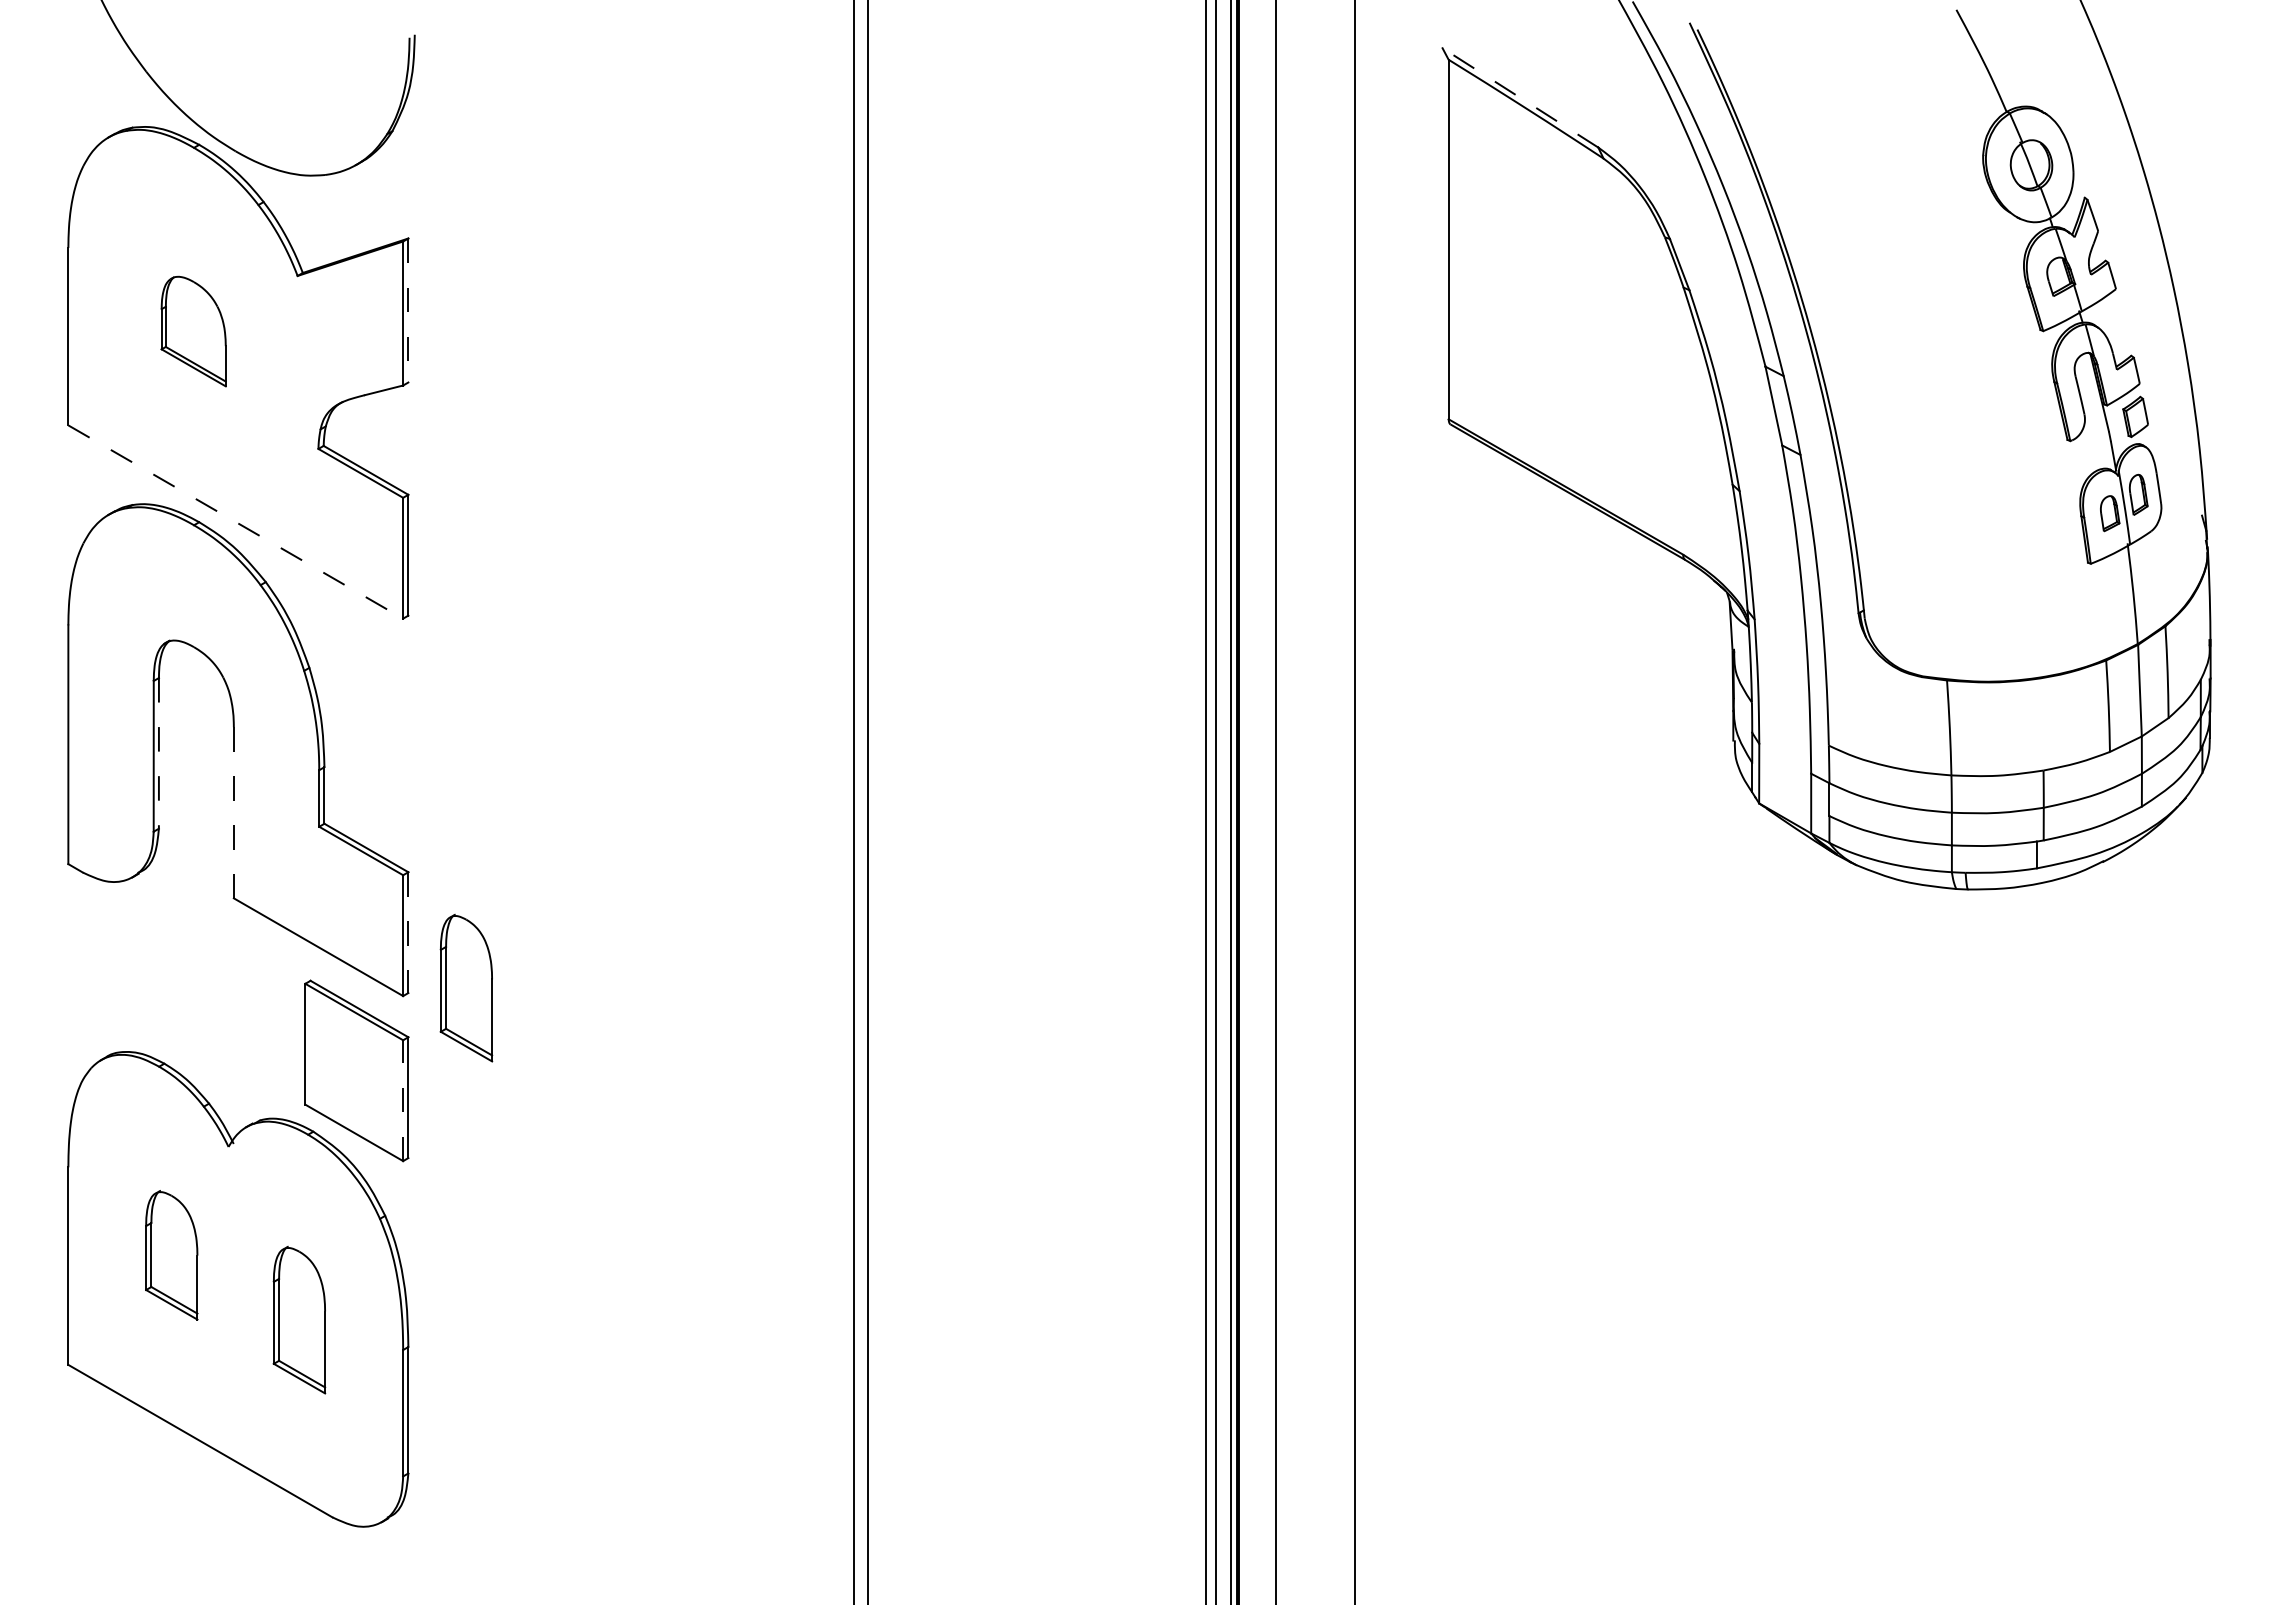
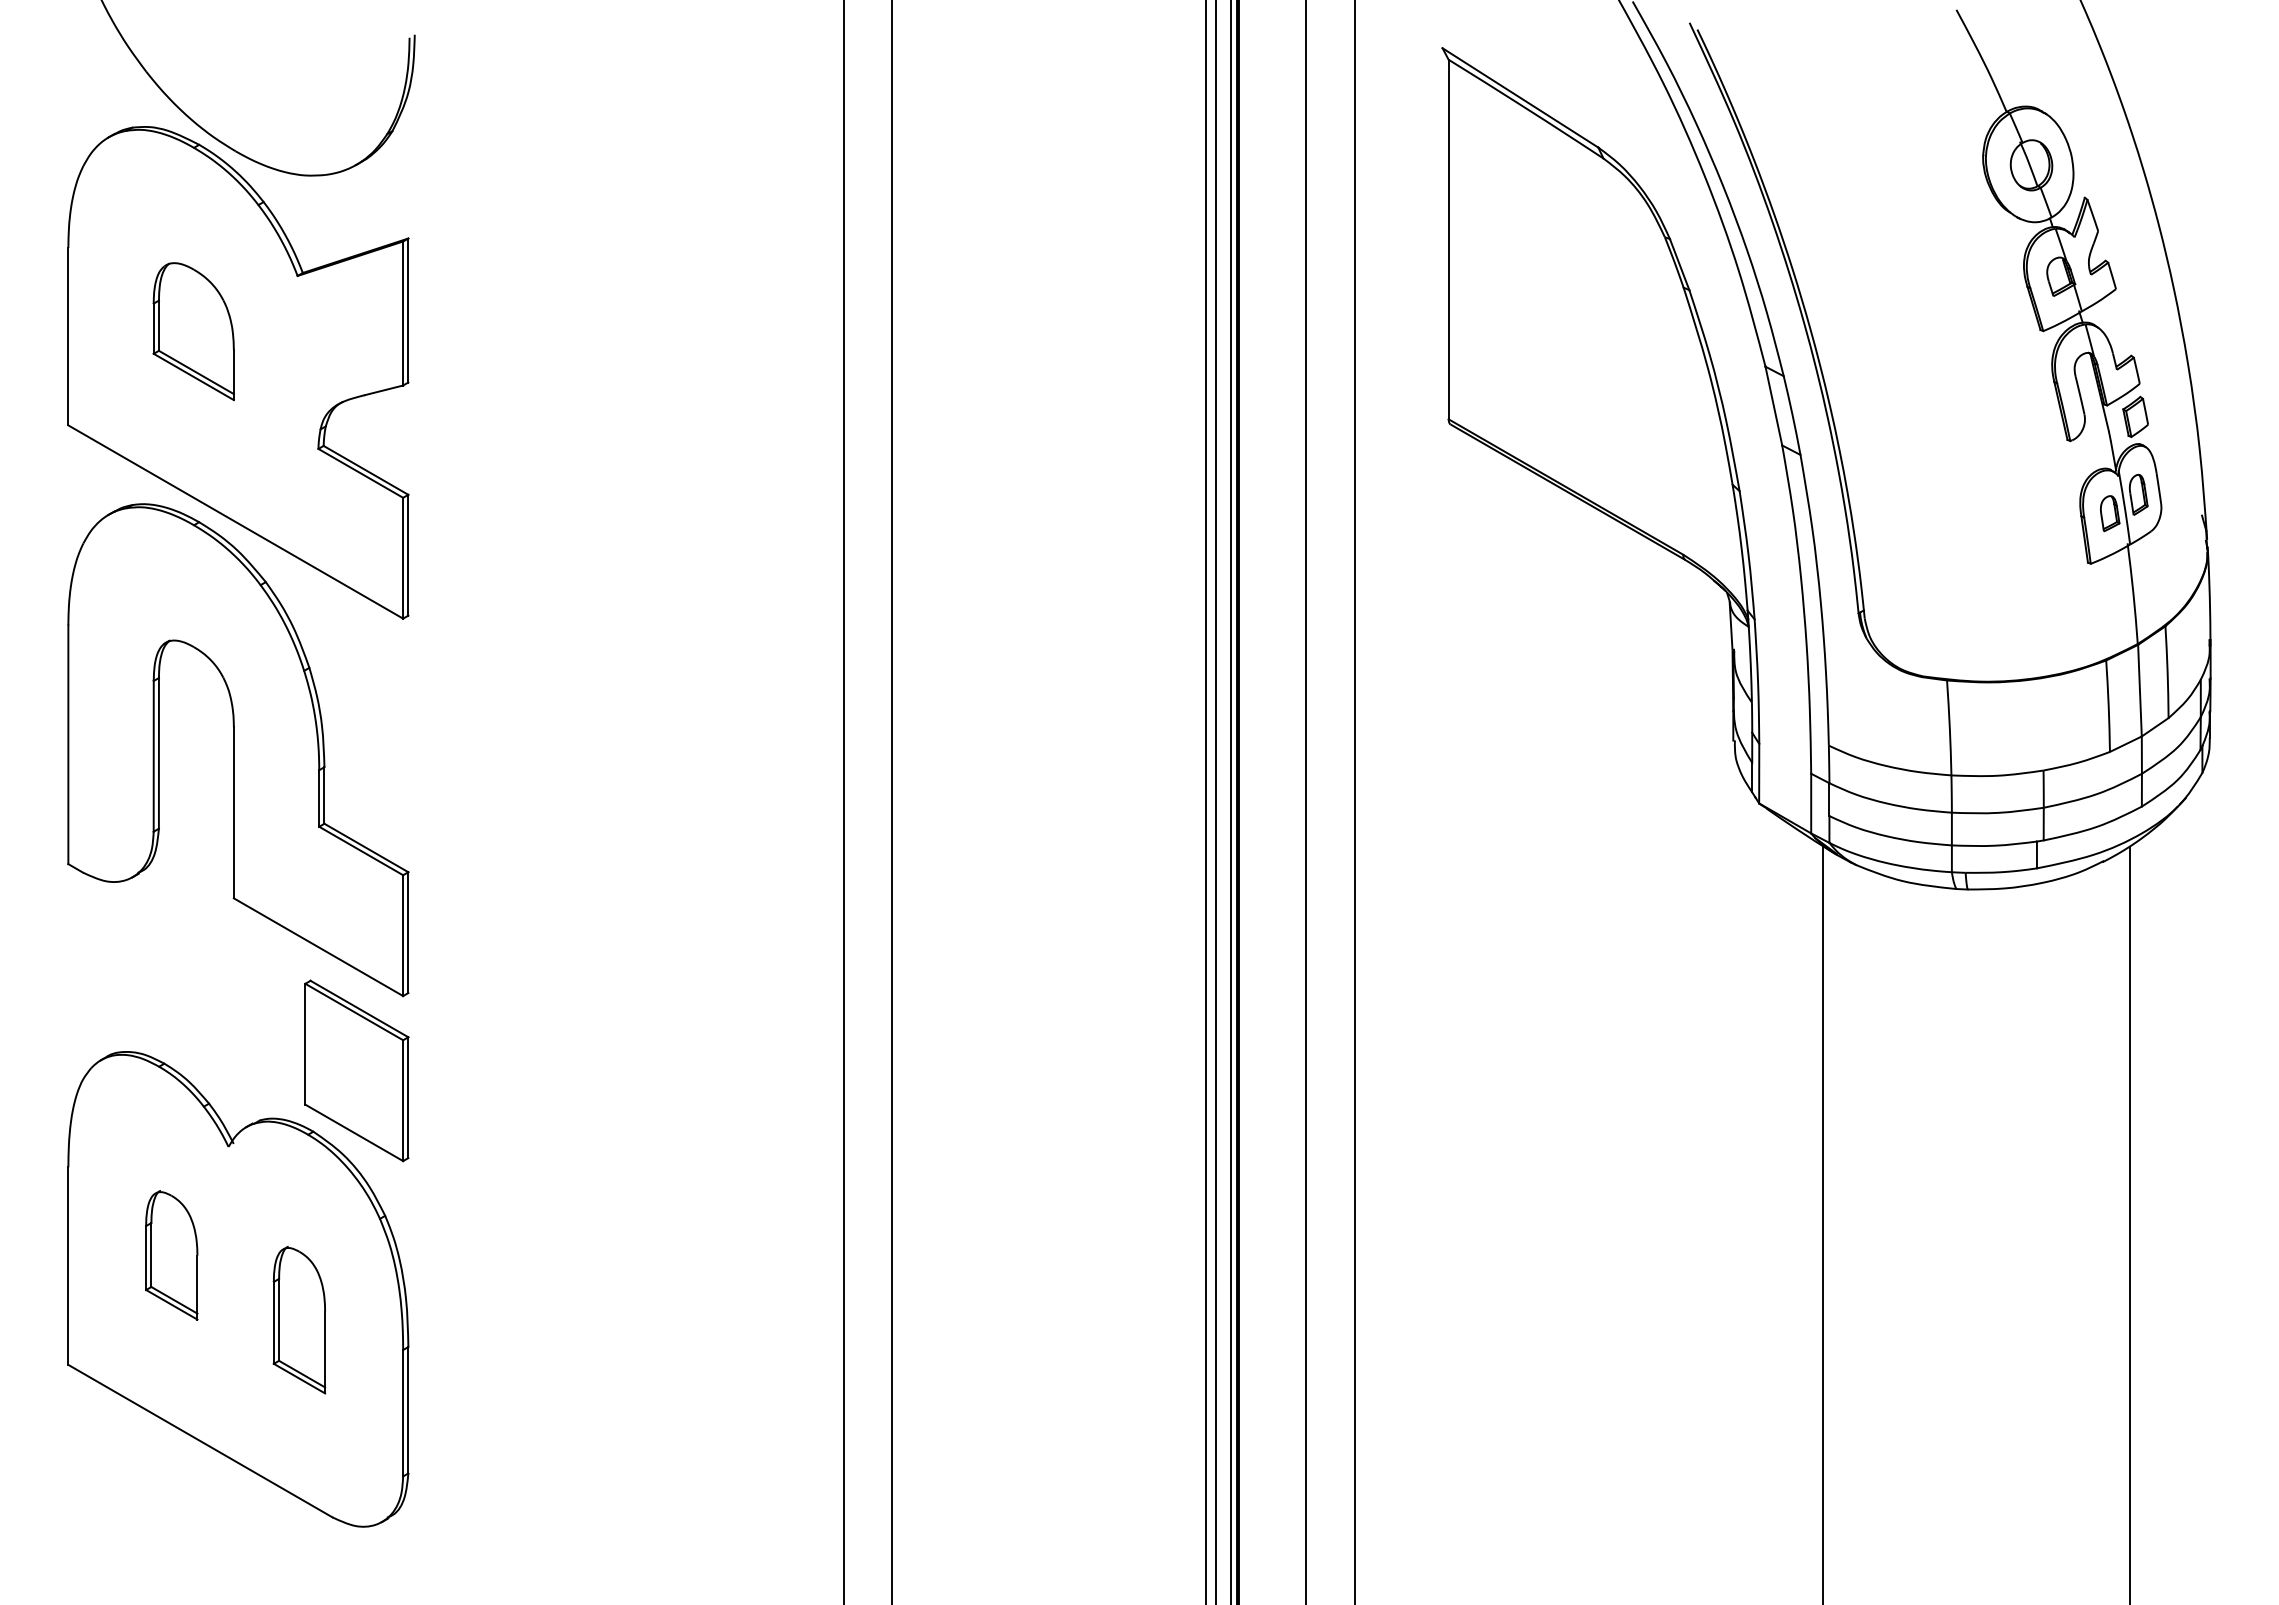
line at (1520, 97): dashed -> solid
line at (408, 311): dashed -> solid
part at (193, 331) size: 67x113 px -> 83x139 px
line at (236, 522): dashed -> solid
line at (158, 753): dashed -> solid
line at (854, 801) position: (854, 801) -> (892, 801)
line at (867, 801) position: (867, 801) -> (843, 801)
line at (1276, 801) position: (1276, 801) -> (1306, 801)
line at (233, 812): dashed -> solid
line at (408, 933): dashed -> solid
part at (466, 987): present -> none
line at (403, 1100): dashed -> solid
line at (1823, 1223): none -> present
line at (2129, 1223): none -> present
